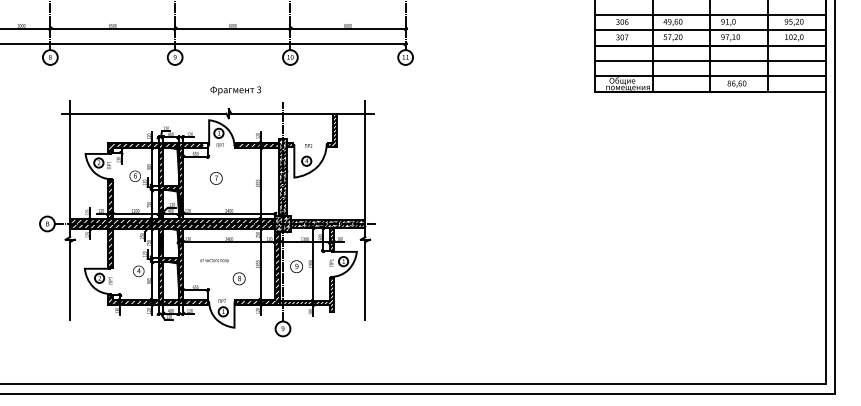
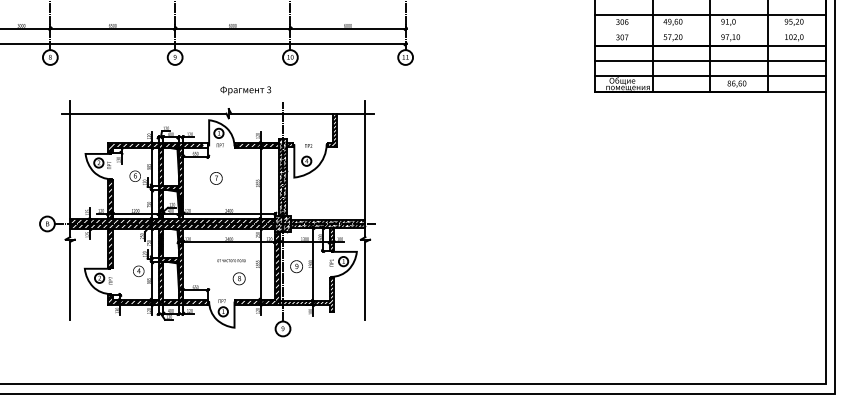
line at (710, 30): present -> none
text at (235, 90) position: (235, 90) -> (245, 90)
text at (214, 260) position: (214, 260) -> (231, 260)
